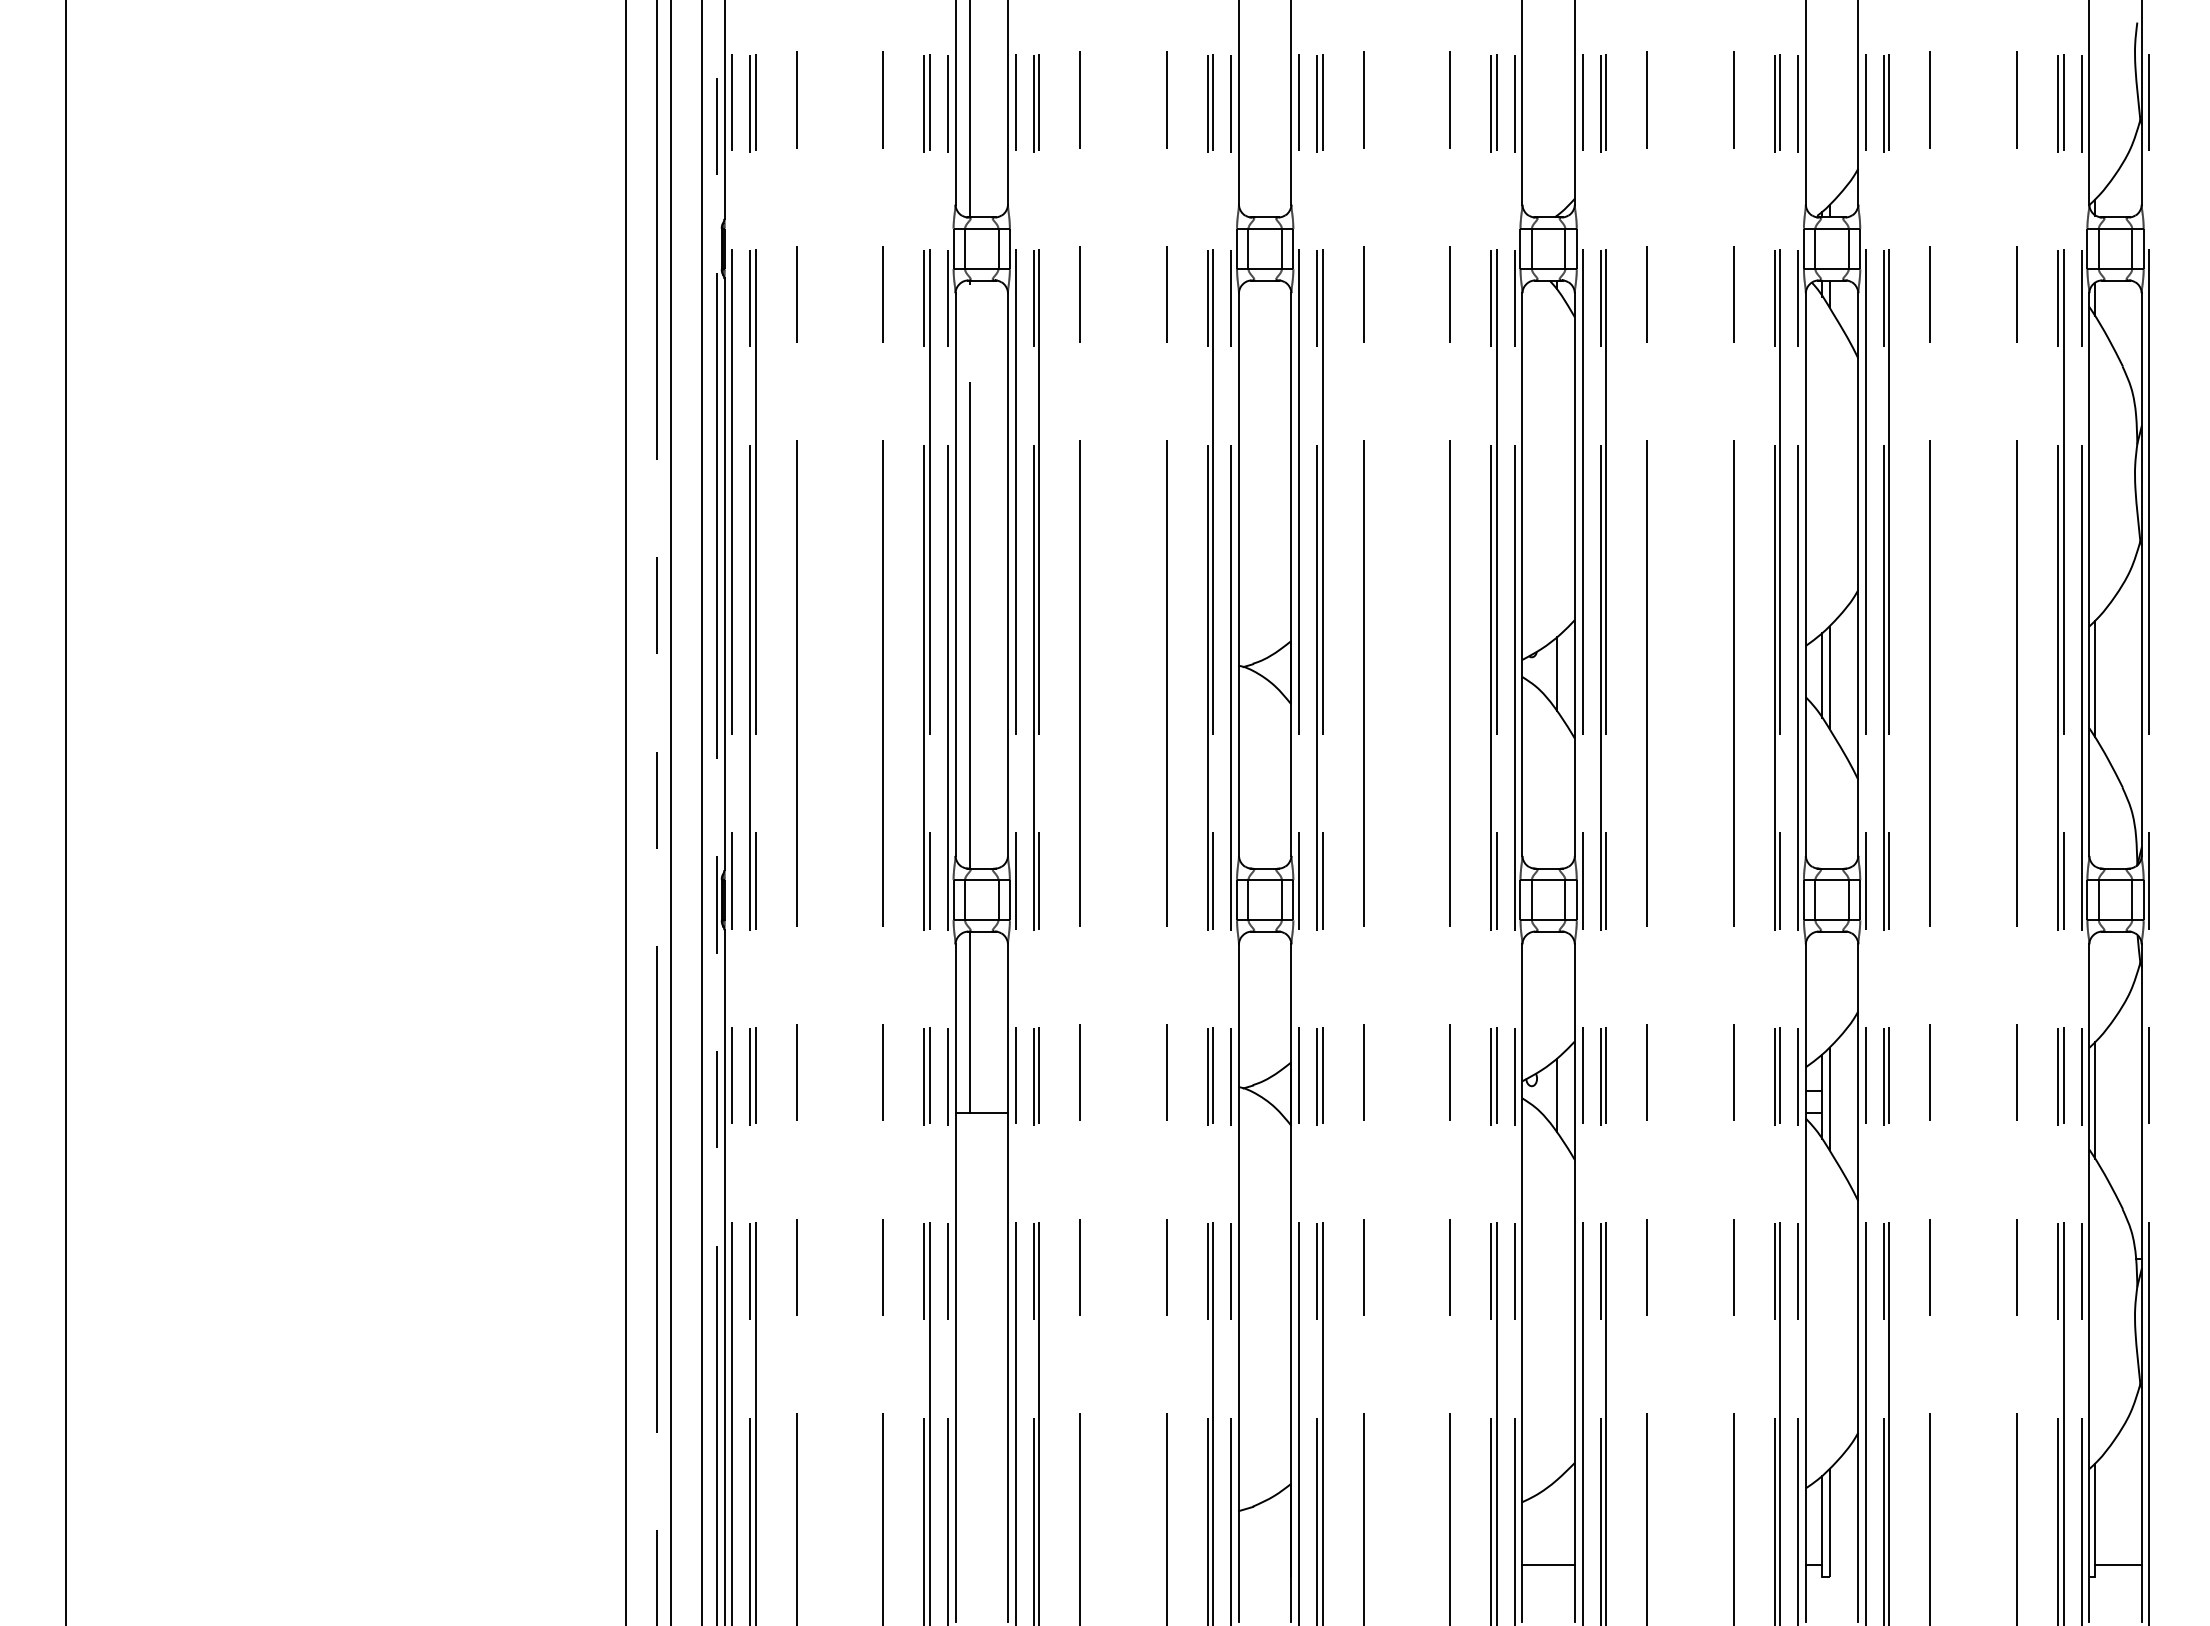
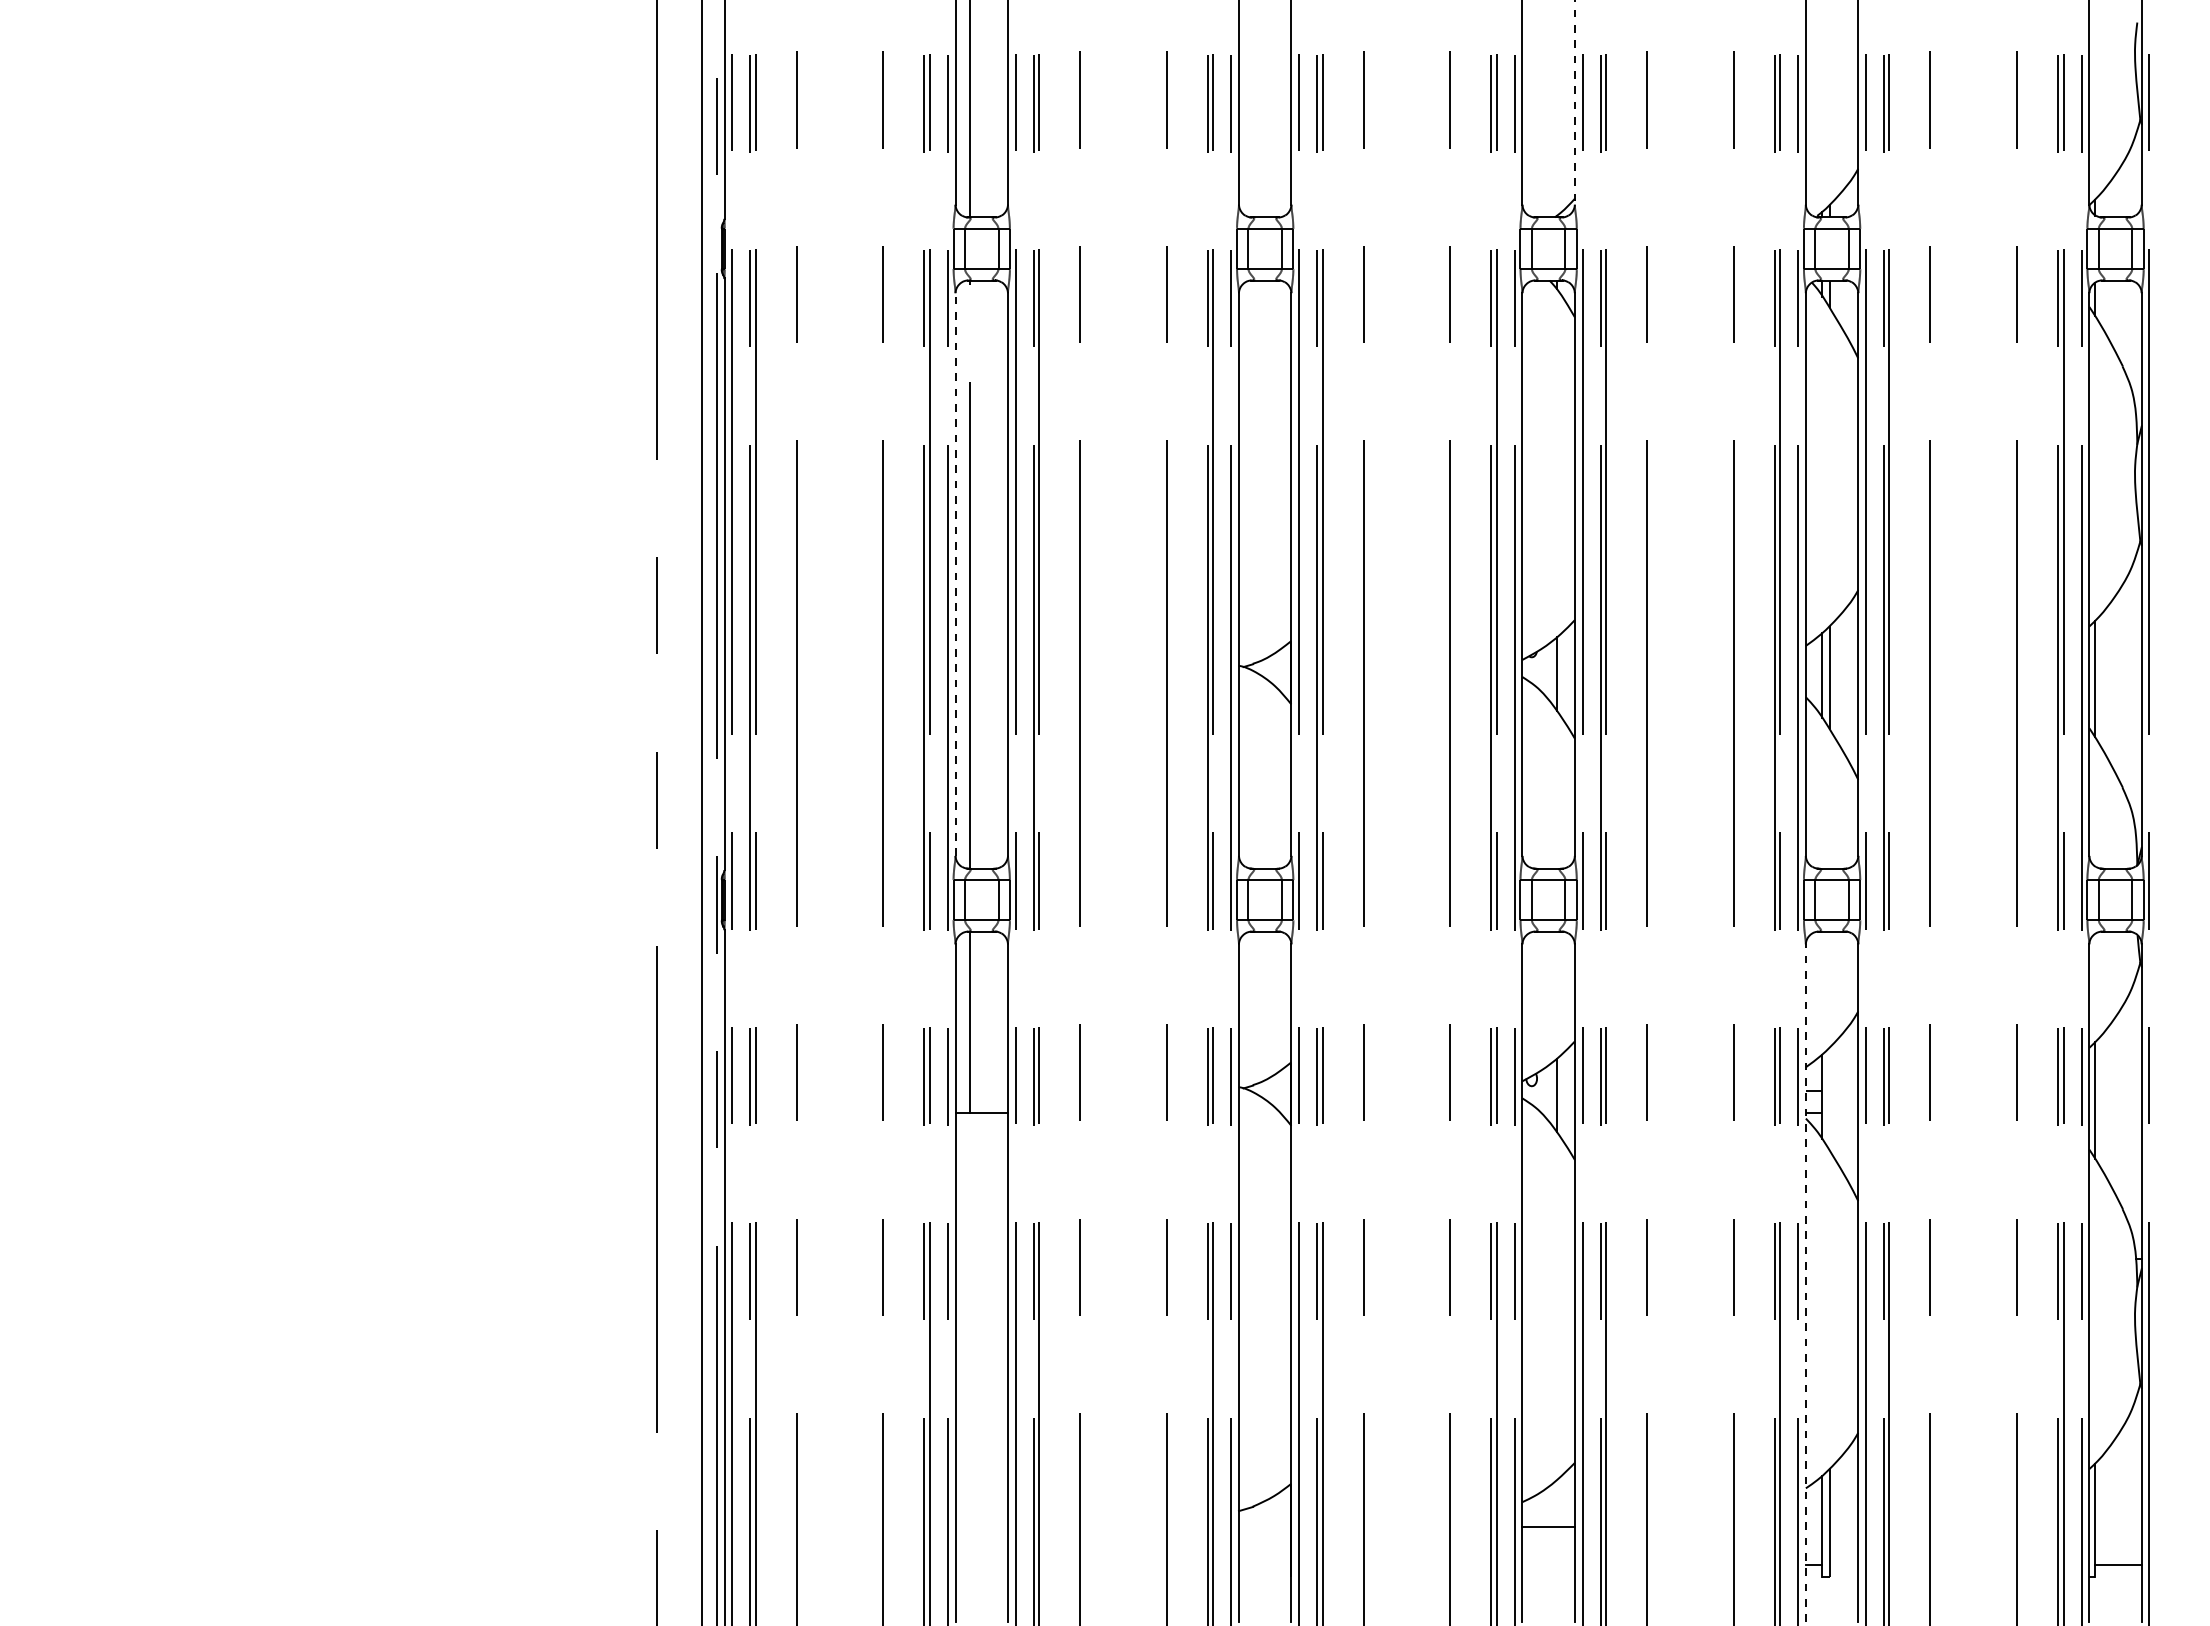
line at (1574, 102): solid -> dashed
line at (955, 574): solid -> dashed
line at (66, 812): present -> none
line at (625, 812): present -> none
line at (670, 812): present -> none
line at (1829, 1098): present -> none
line at (1805, 1283): solid -> dashed
line at (1548, 1565) position: (1548, 1565) -> (1548, 1527)
